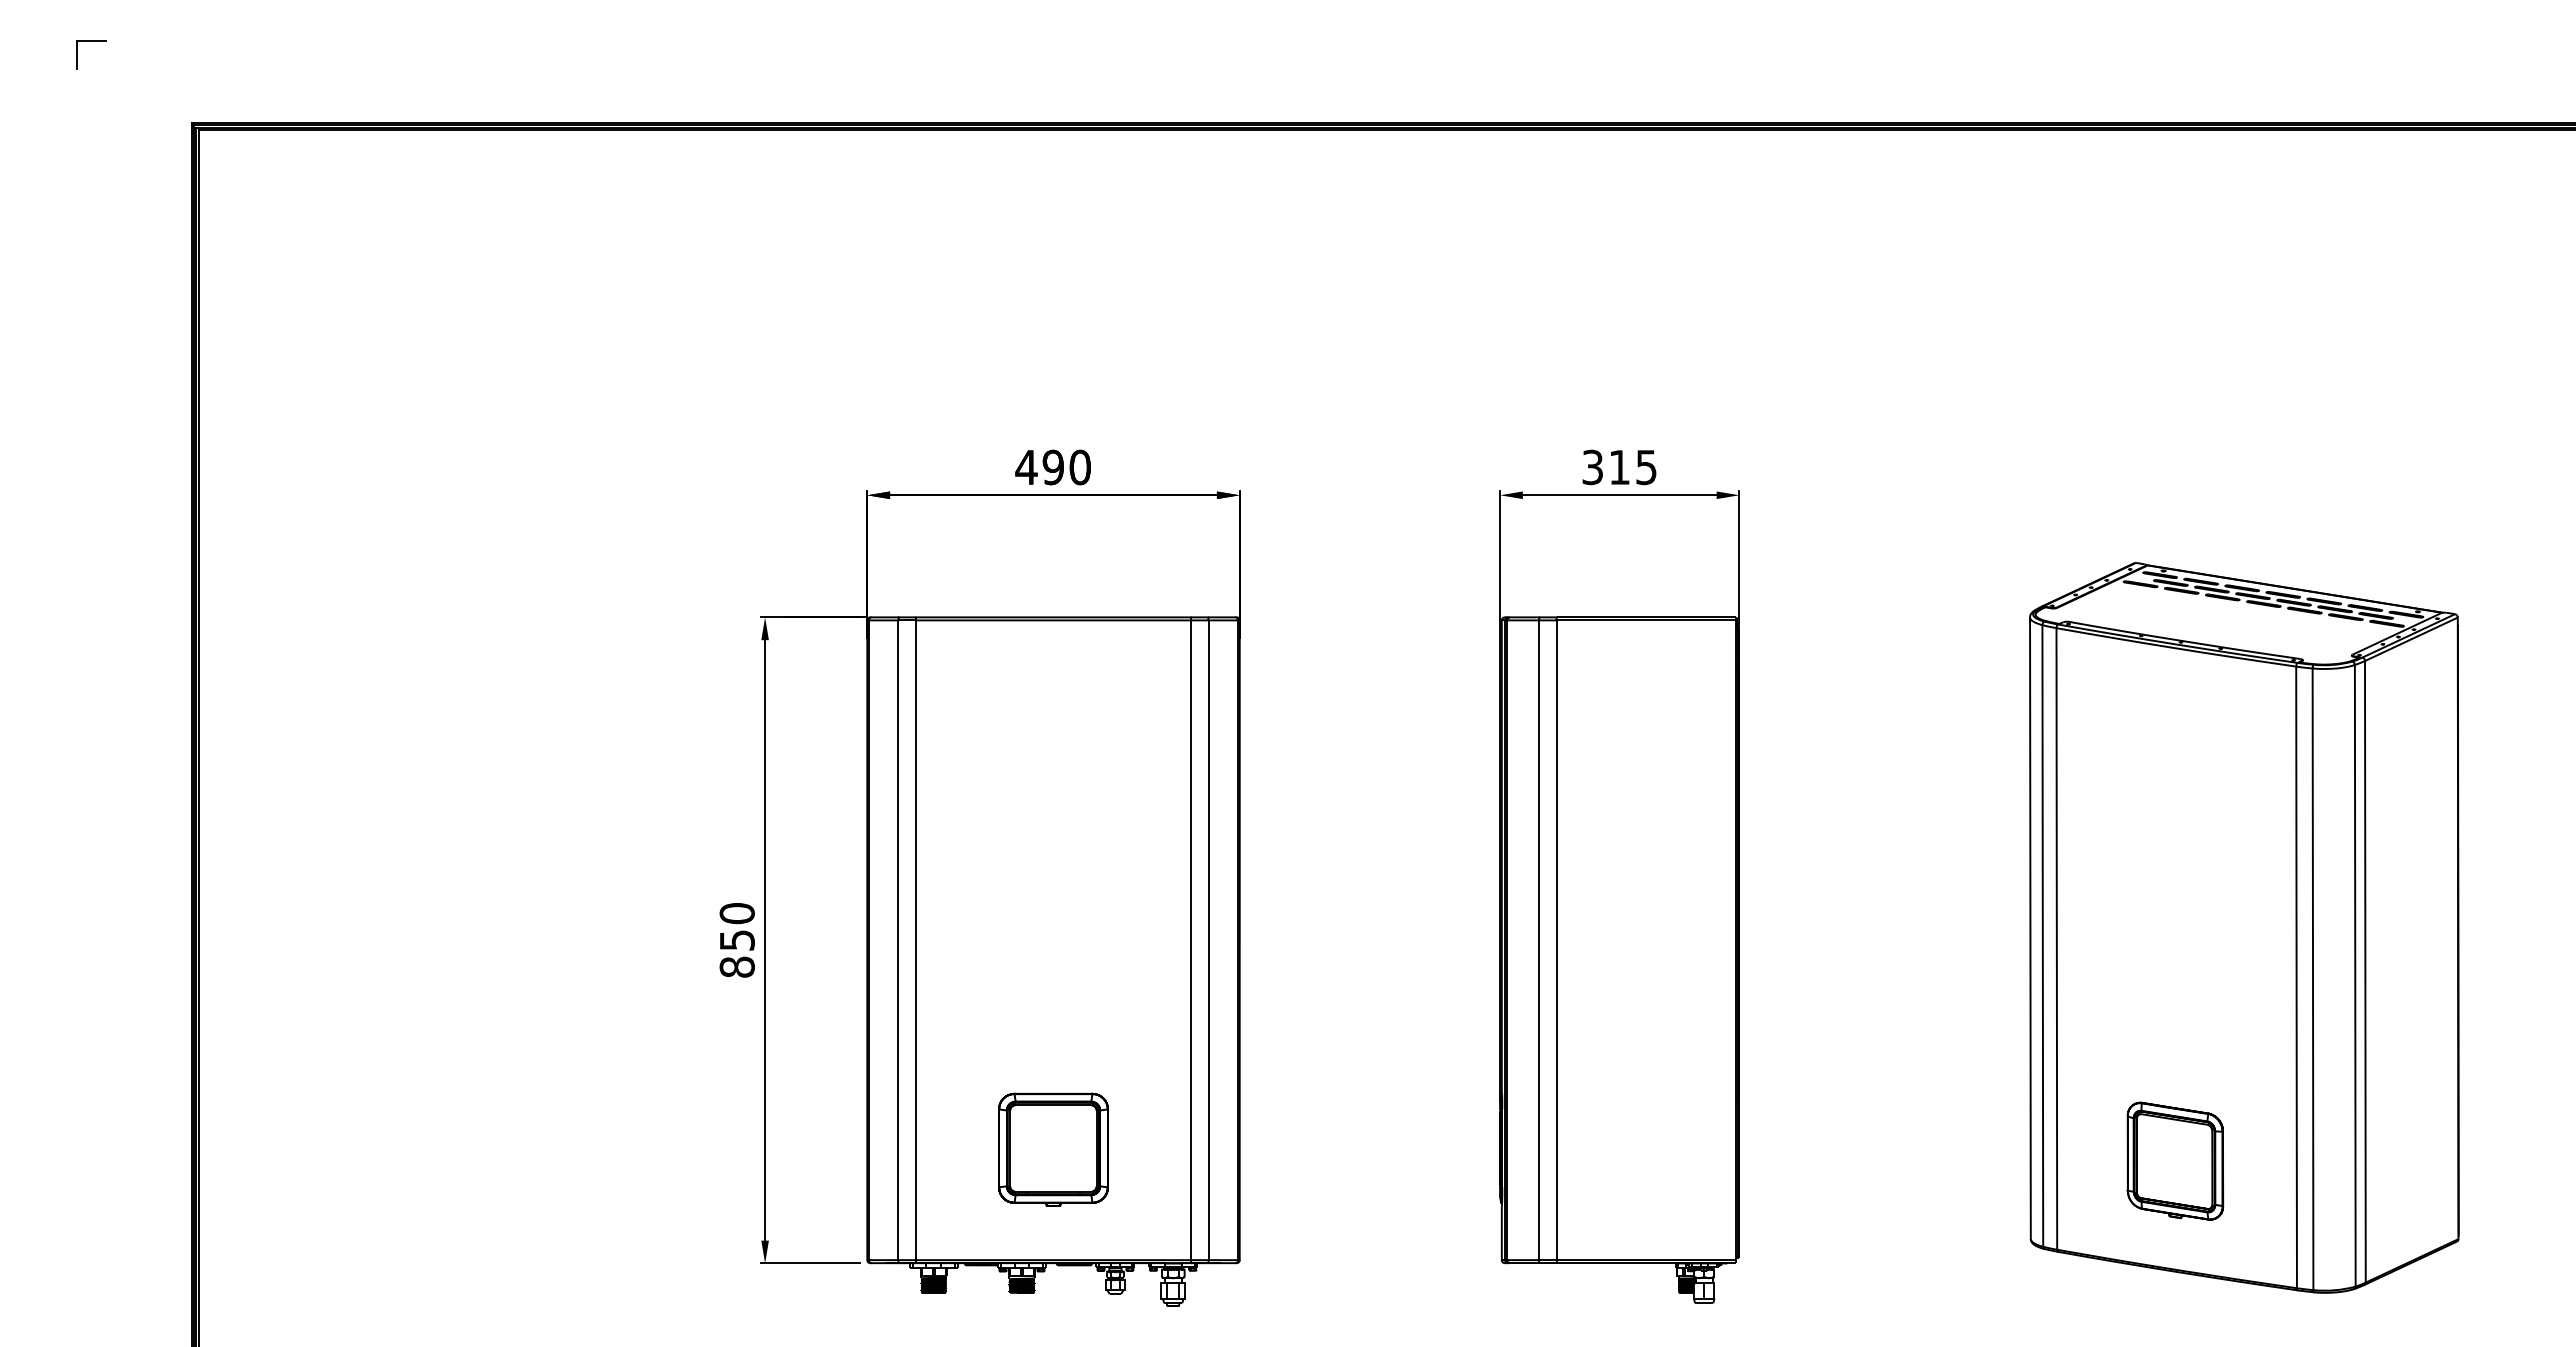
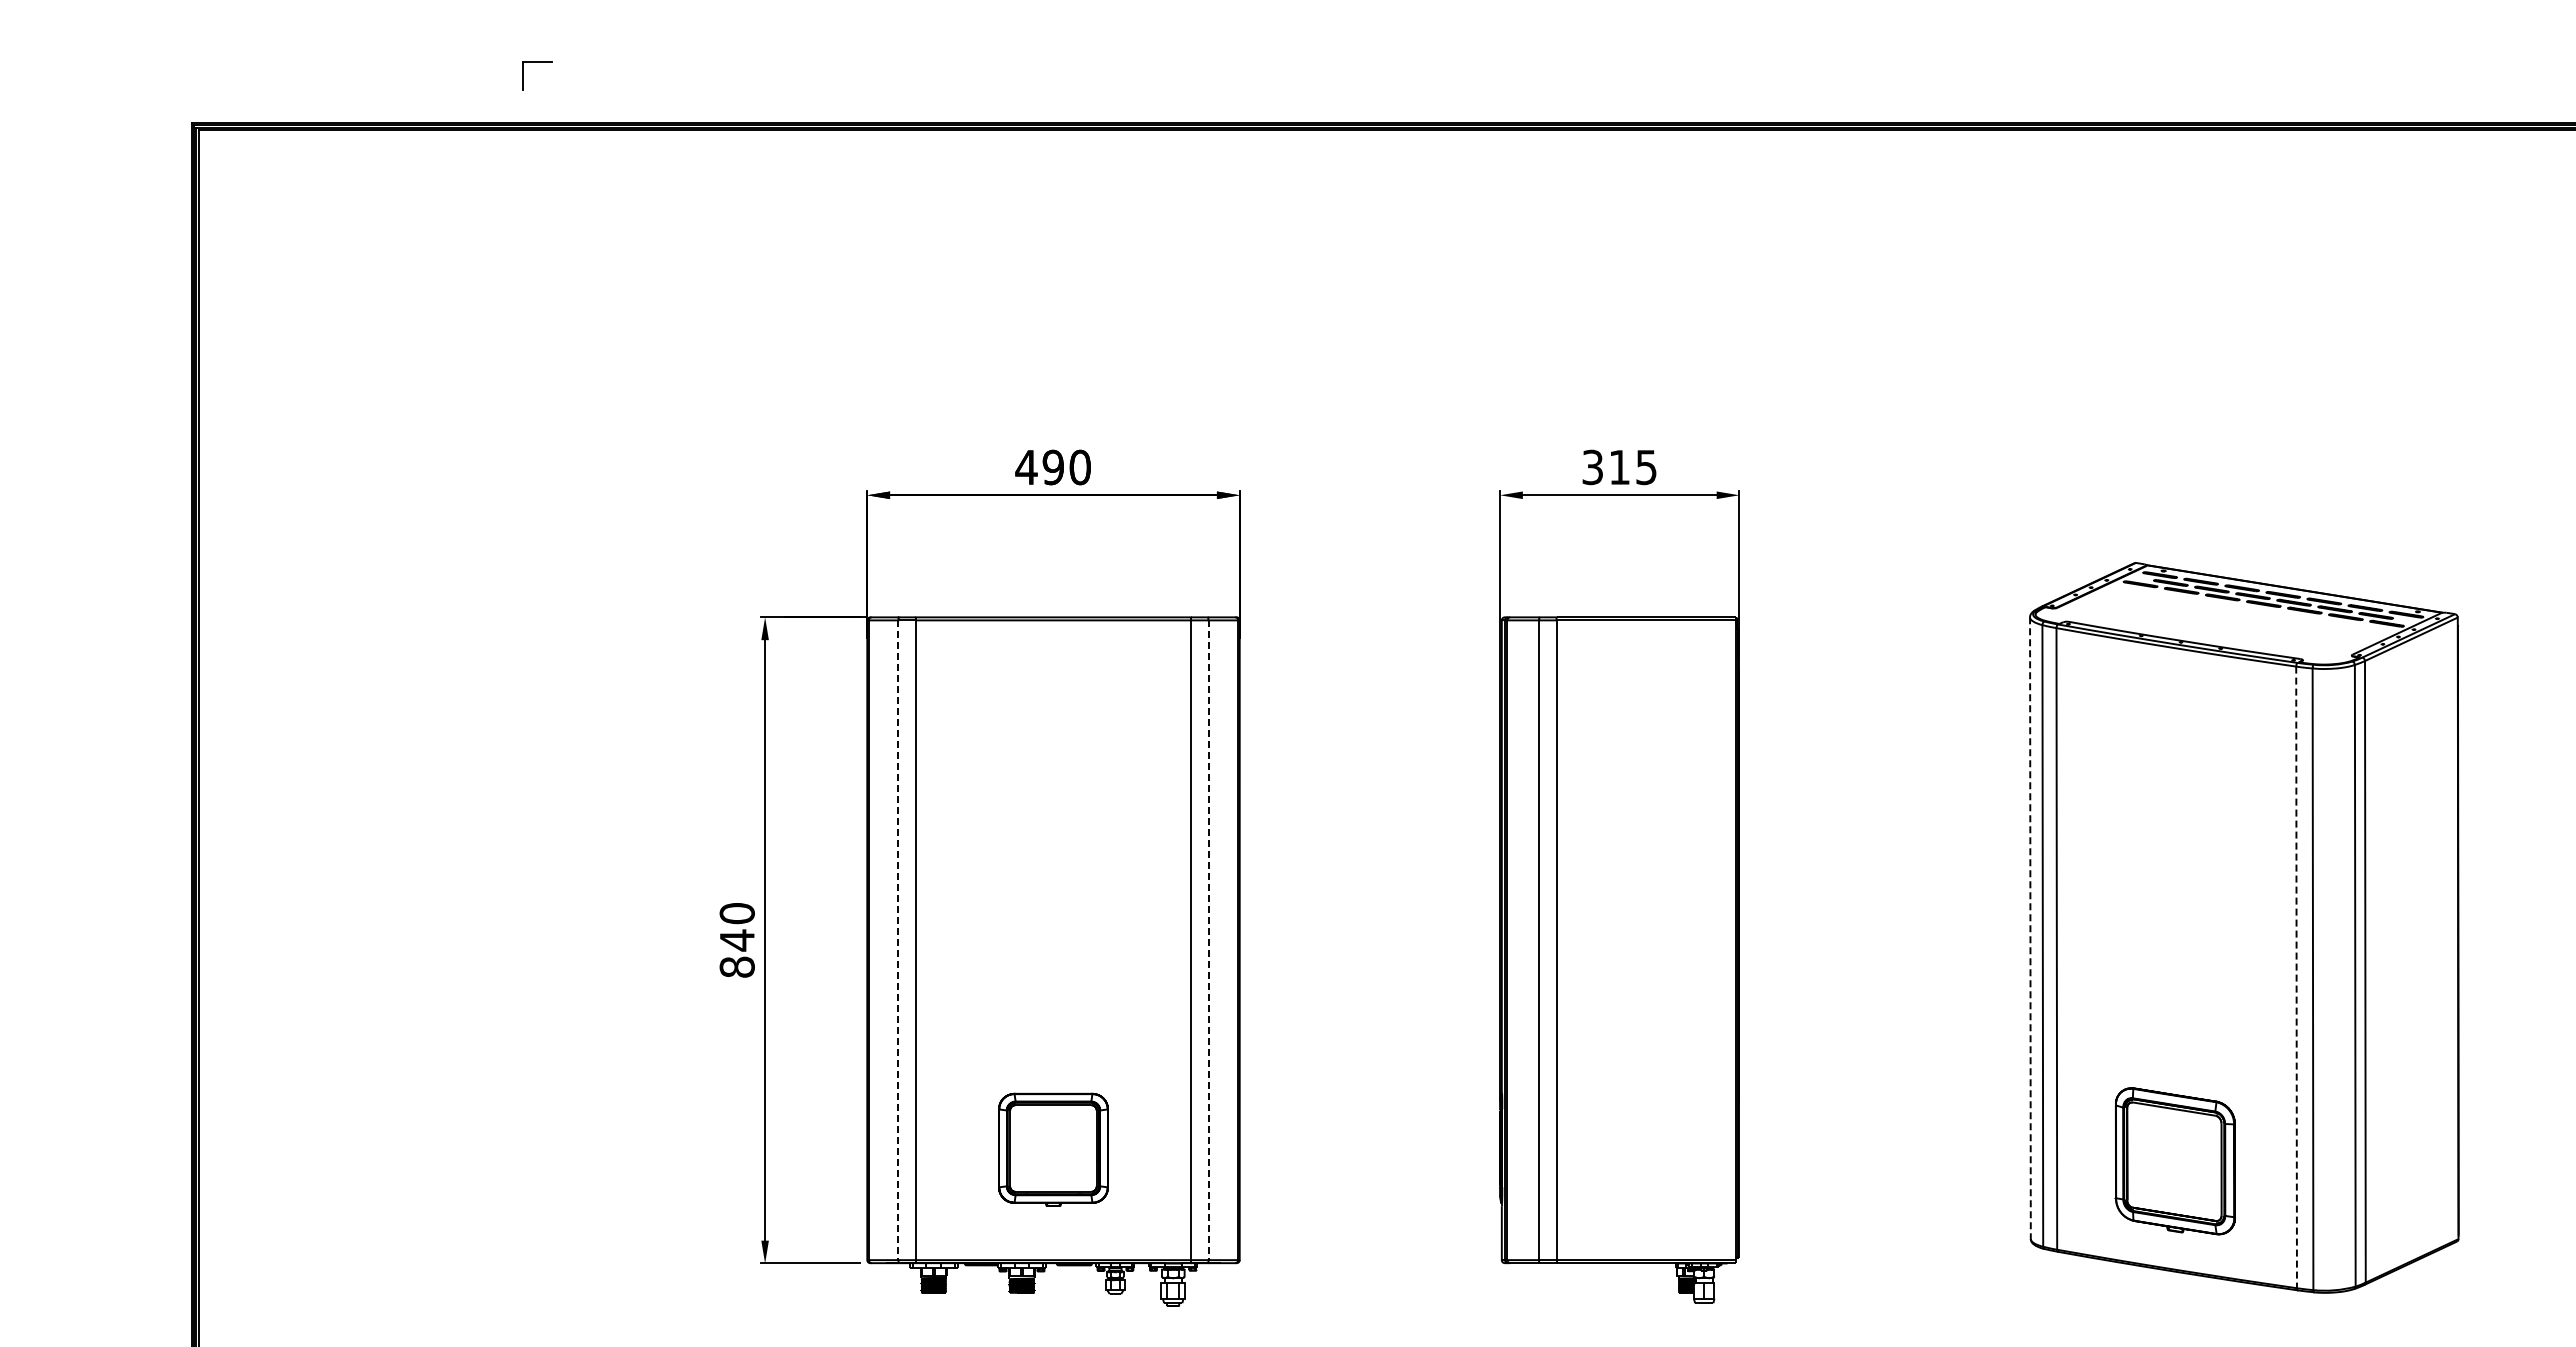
part at (91, 41) position: (91, 41) -> (537, 62)
line at (2030, 928): solid -> dashed
text at (737, 940): 850 -> 840
line at (898, 940): solid -> dashed
line at (1208, 940): solid -> dashed
line at (2296, 977): solid -> dashed
part at (2175, 1160) size: 99x120 px -> 122x149 px
